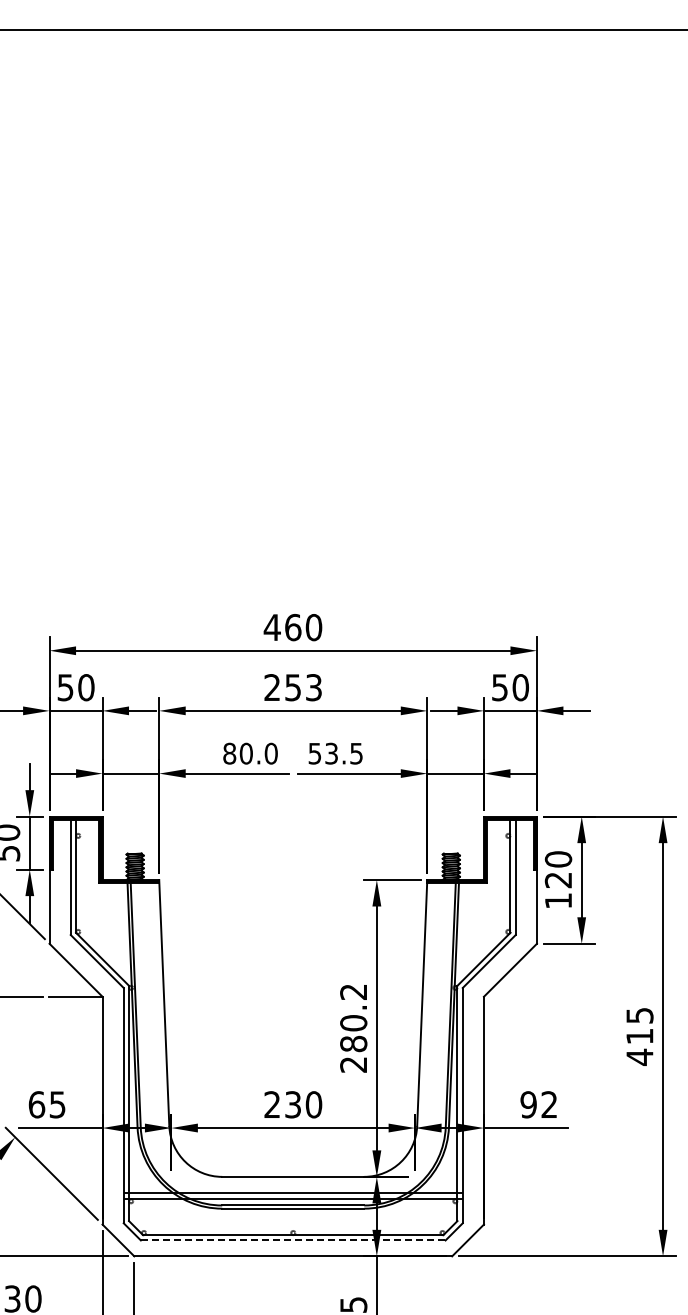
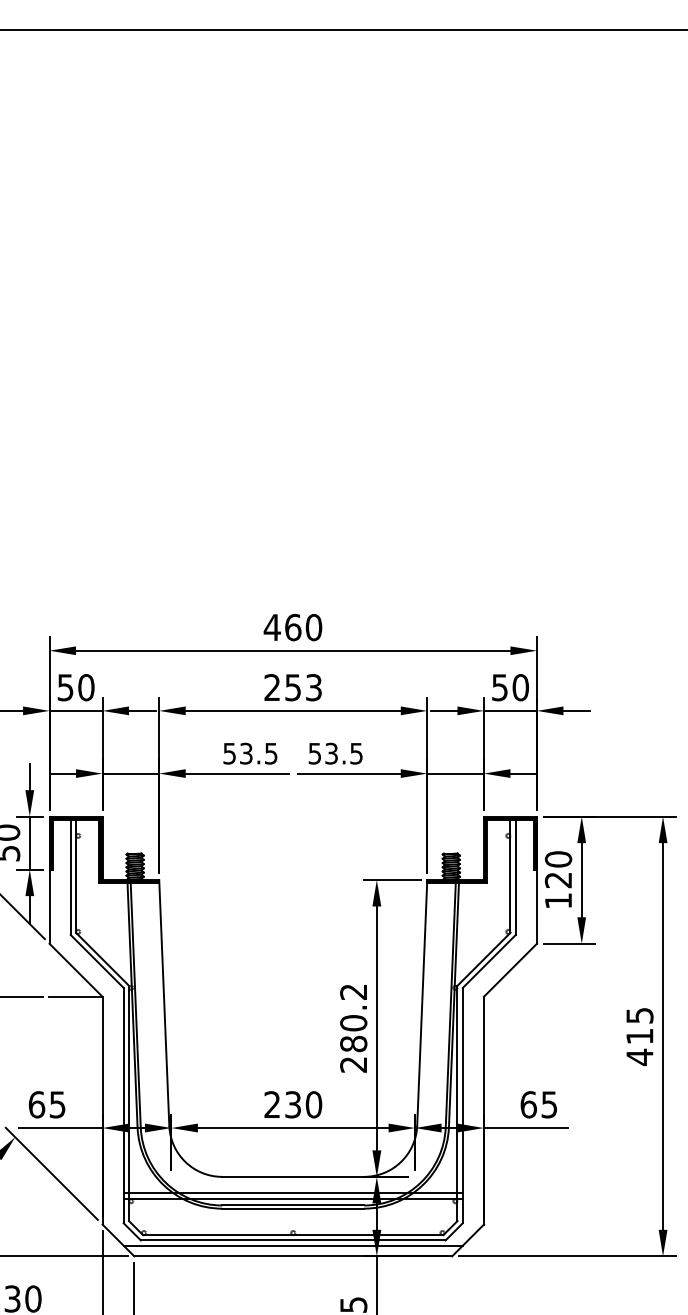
text at (250, 753): 80.0 -> 53.5
text at (538, 1104): 92 -> 65
line at (293, 1240): dashed -> solid
line at (292, 1245): none -> present
